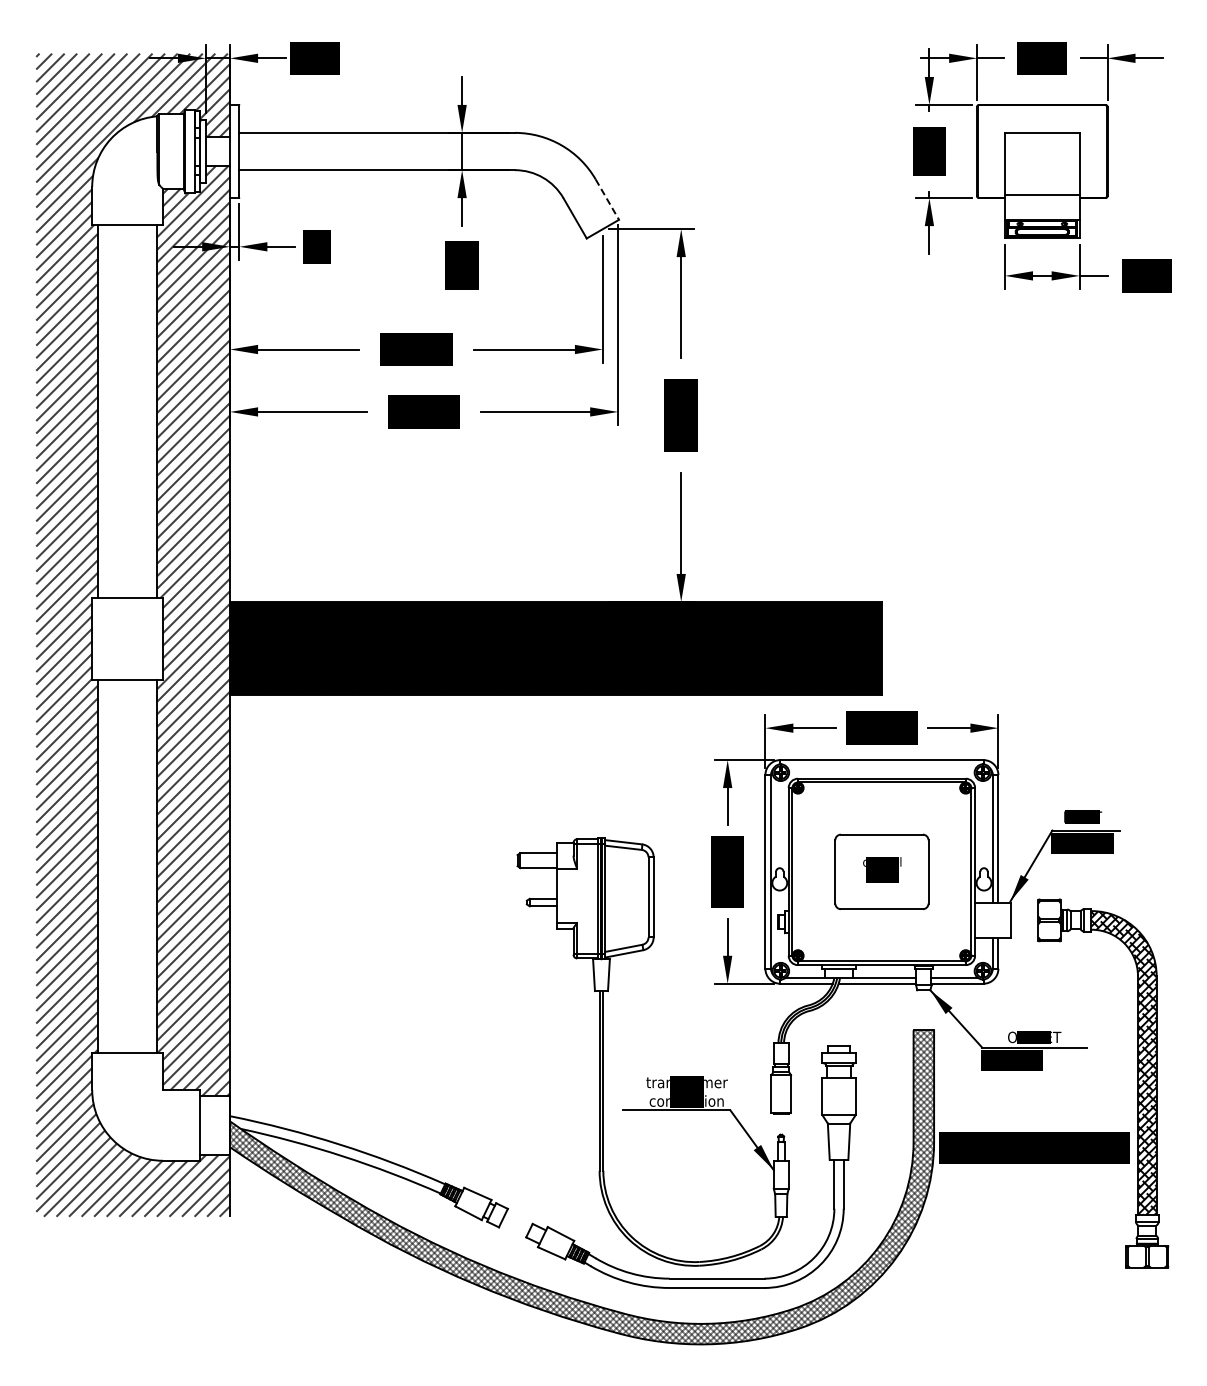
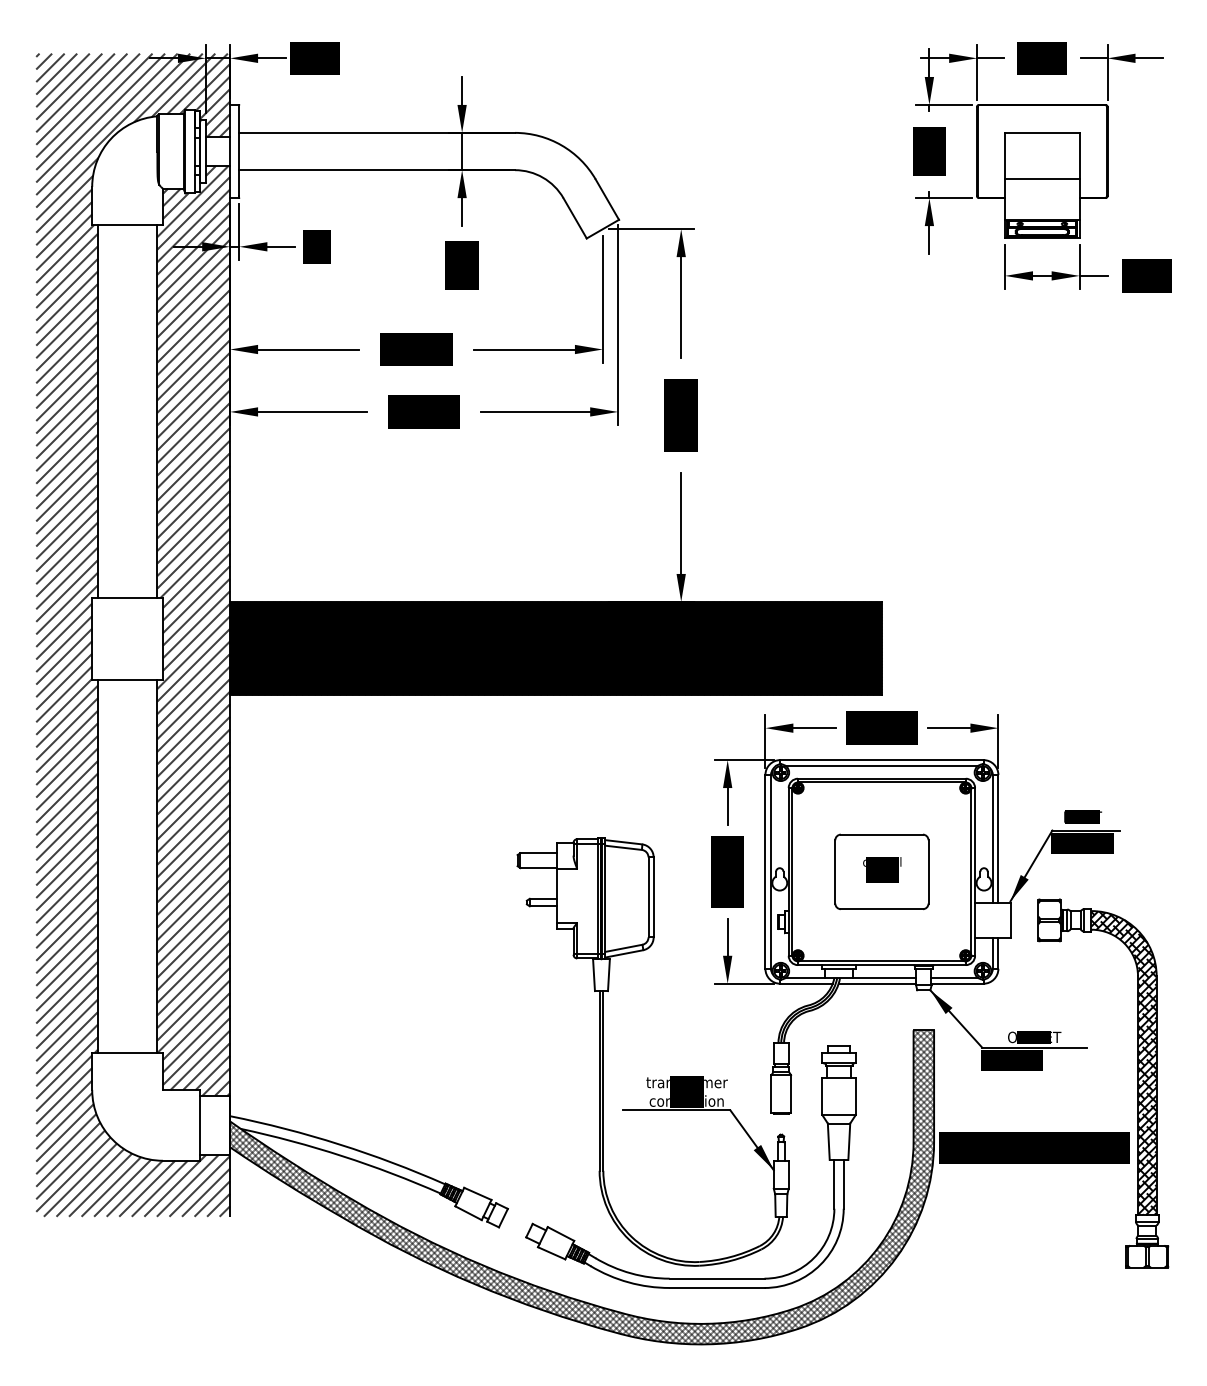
line at (1042, 195) position: (1042, 195) -> (1042, 179)
line at (607, 200): dashed -> solid
line at (881, 765): none -> present
